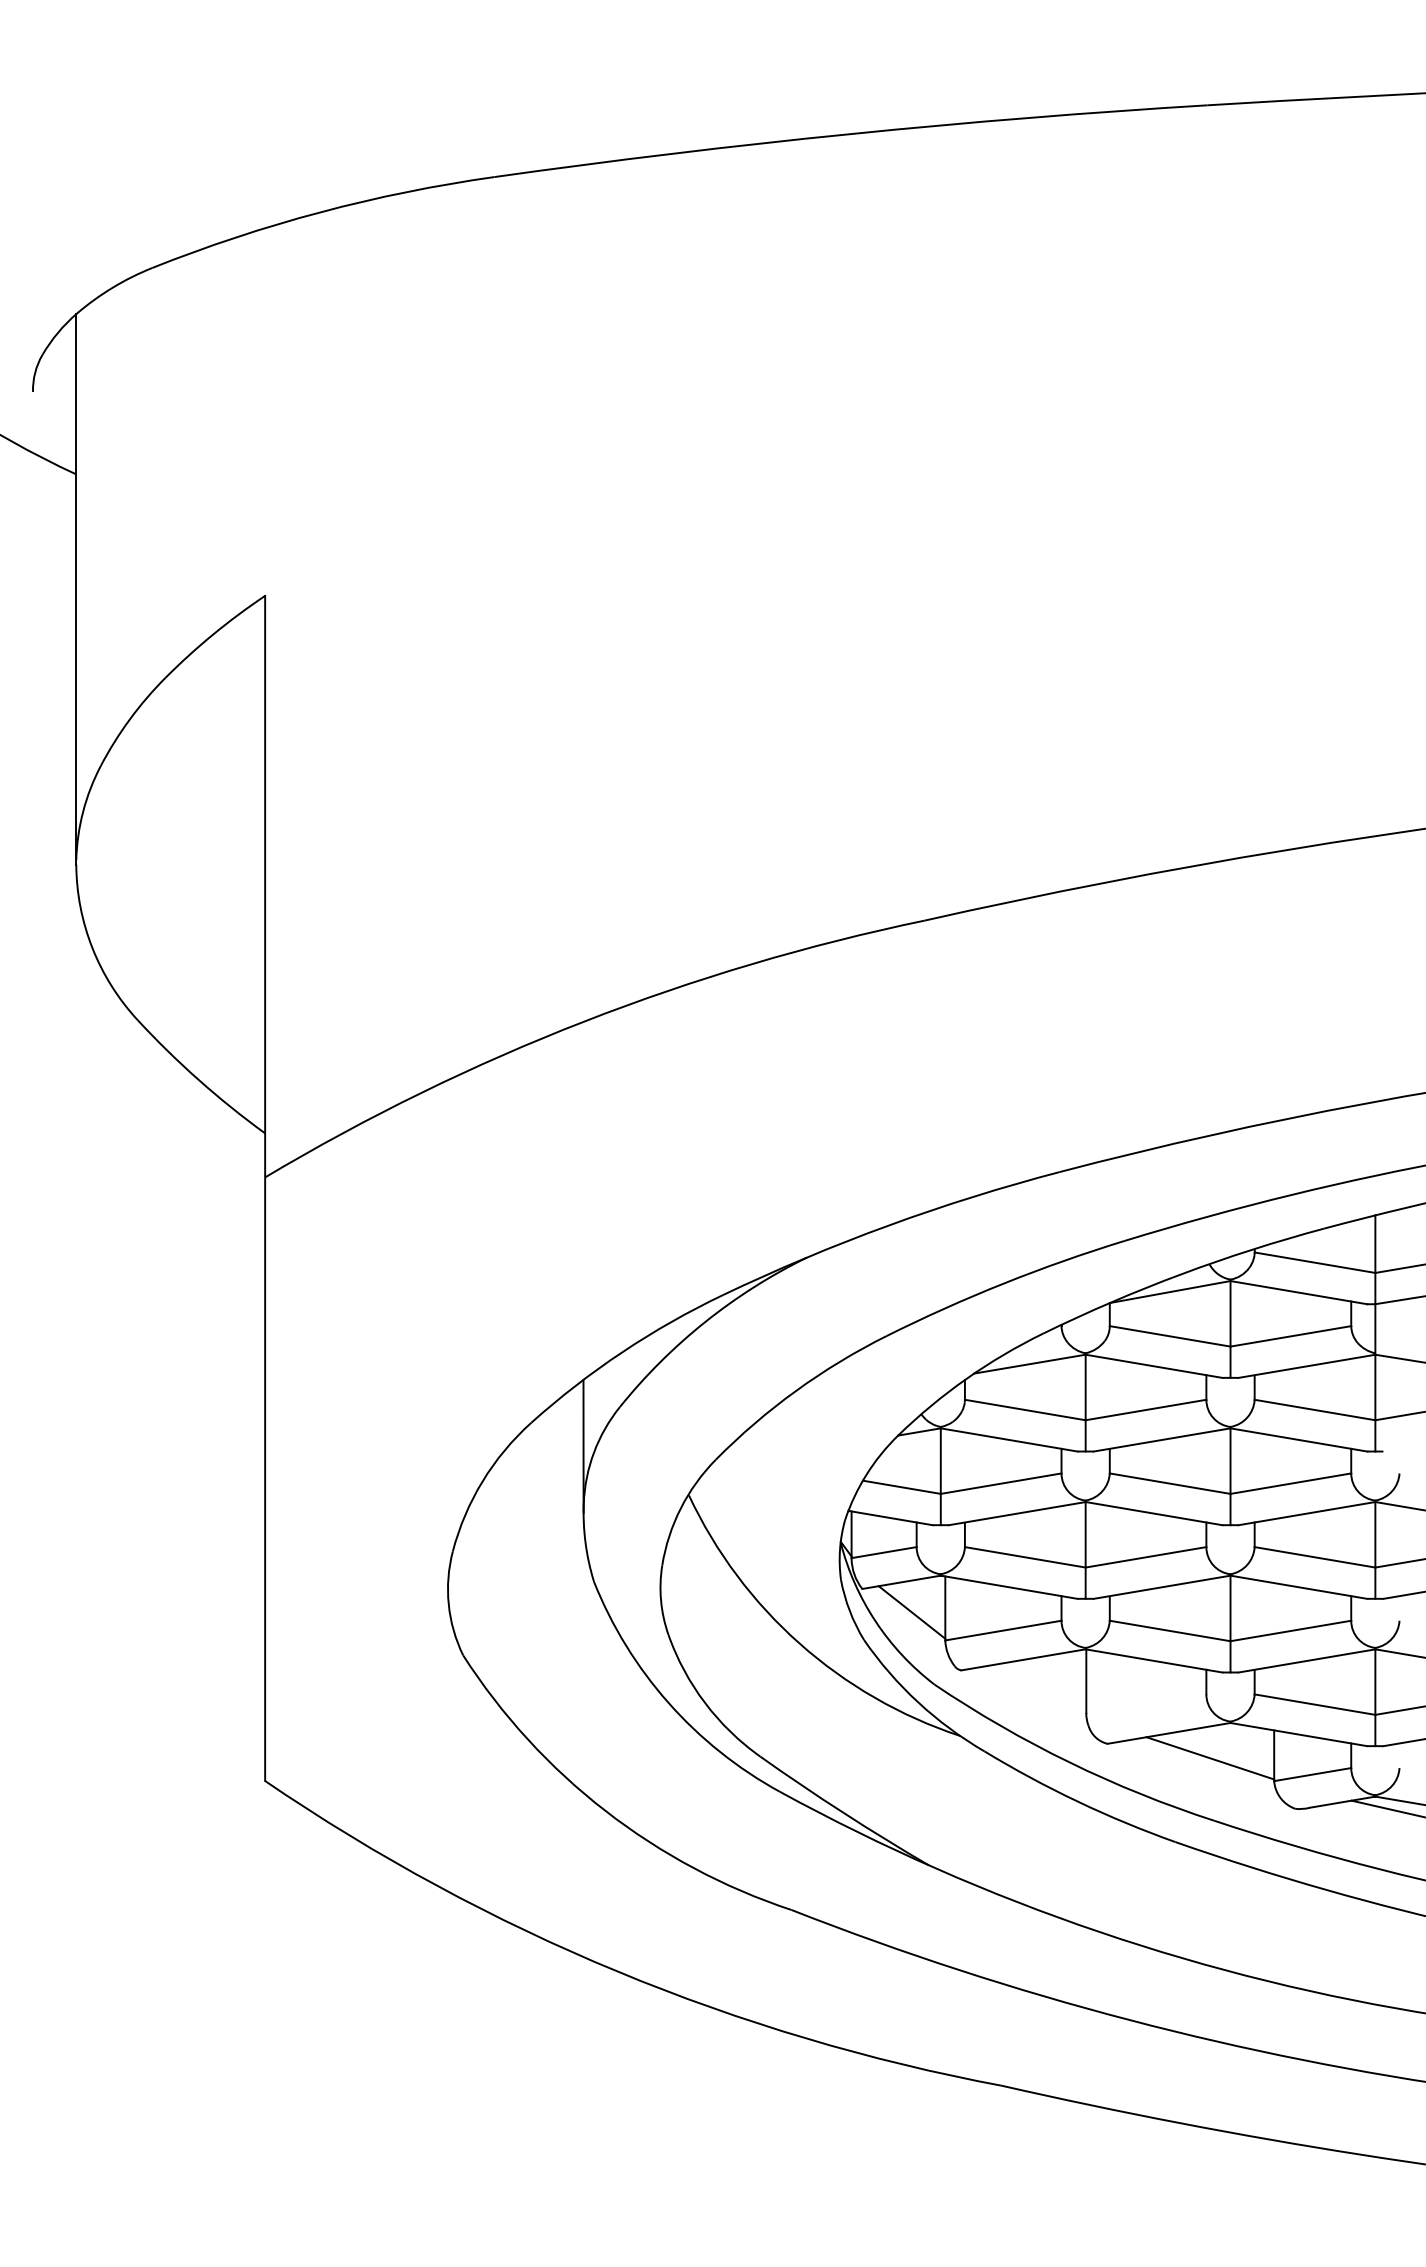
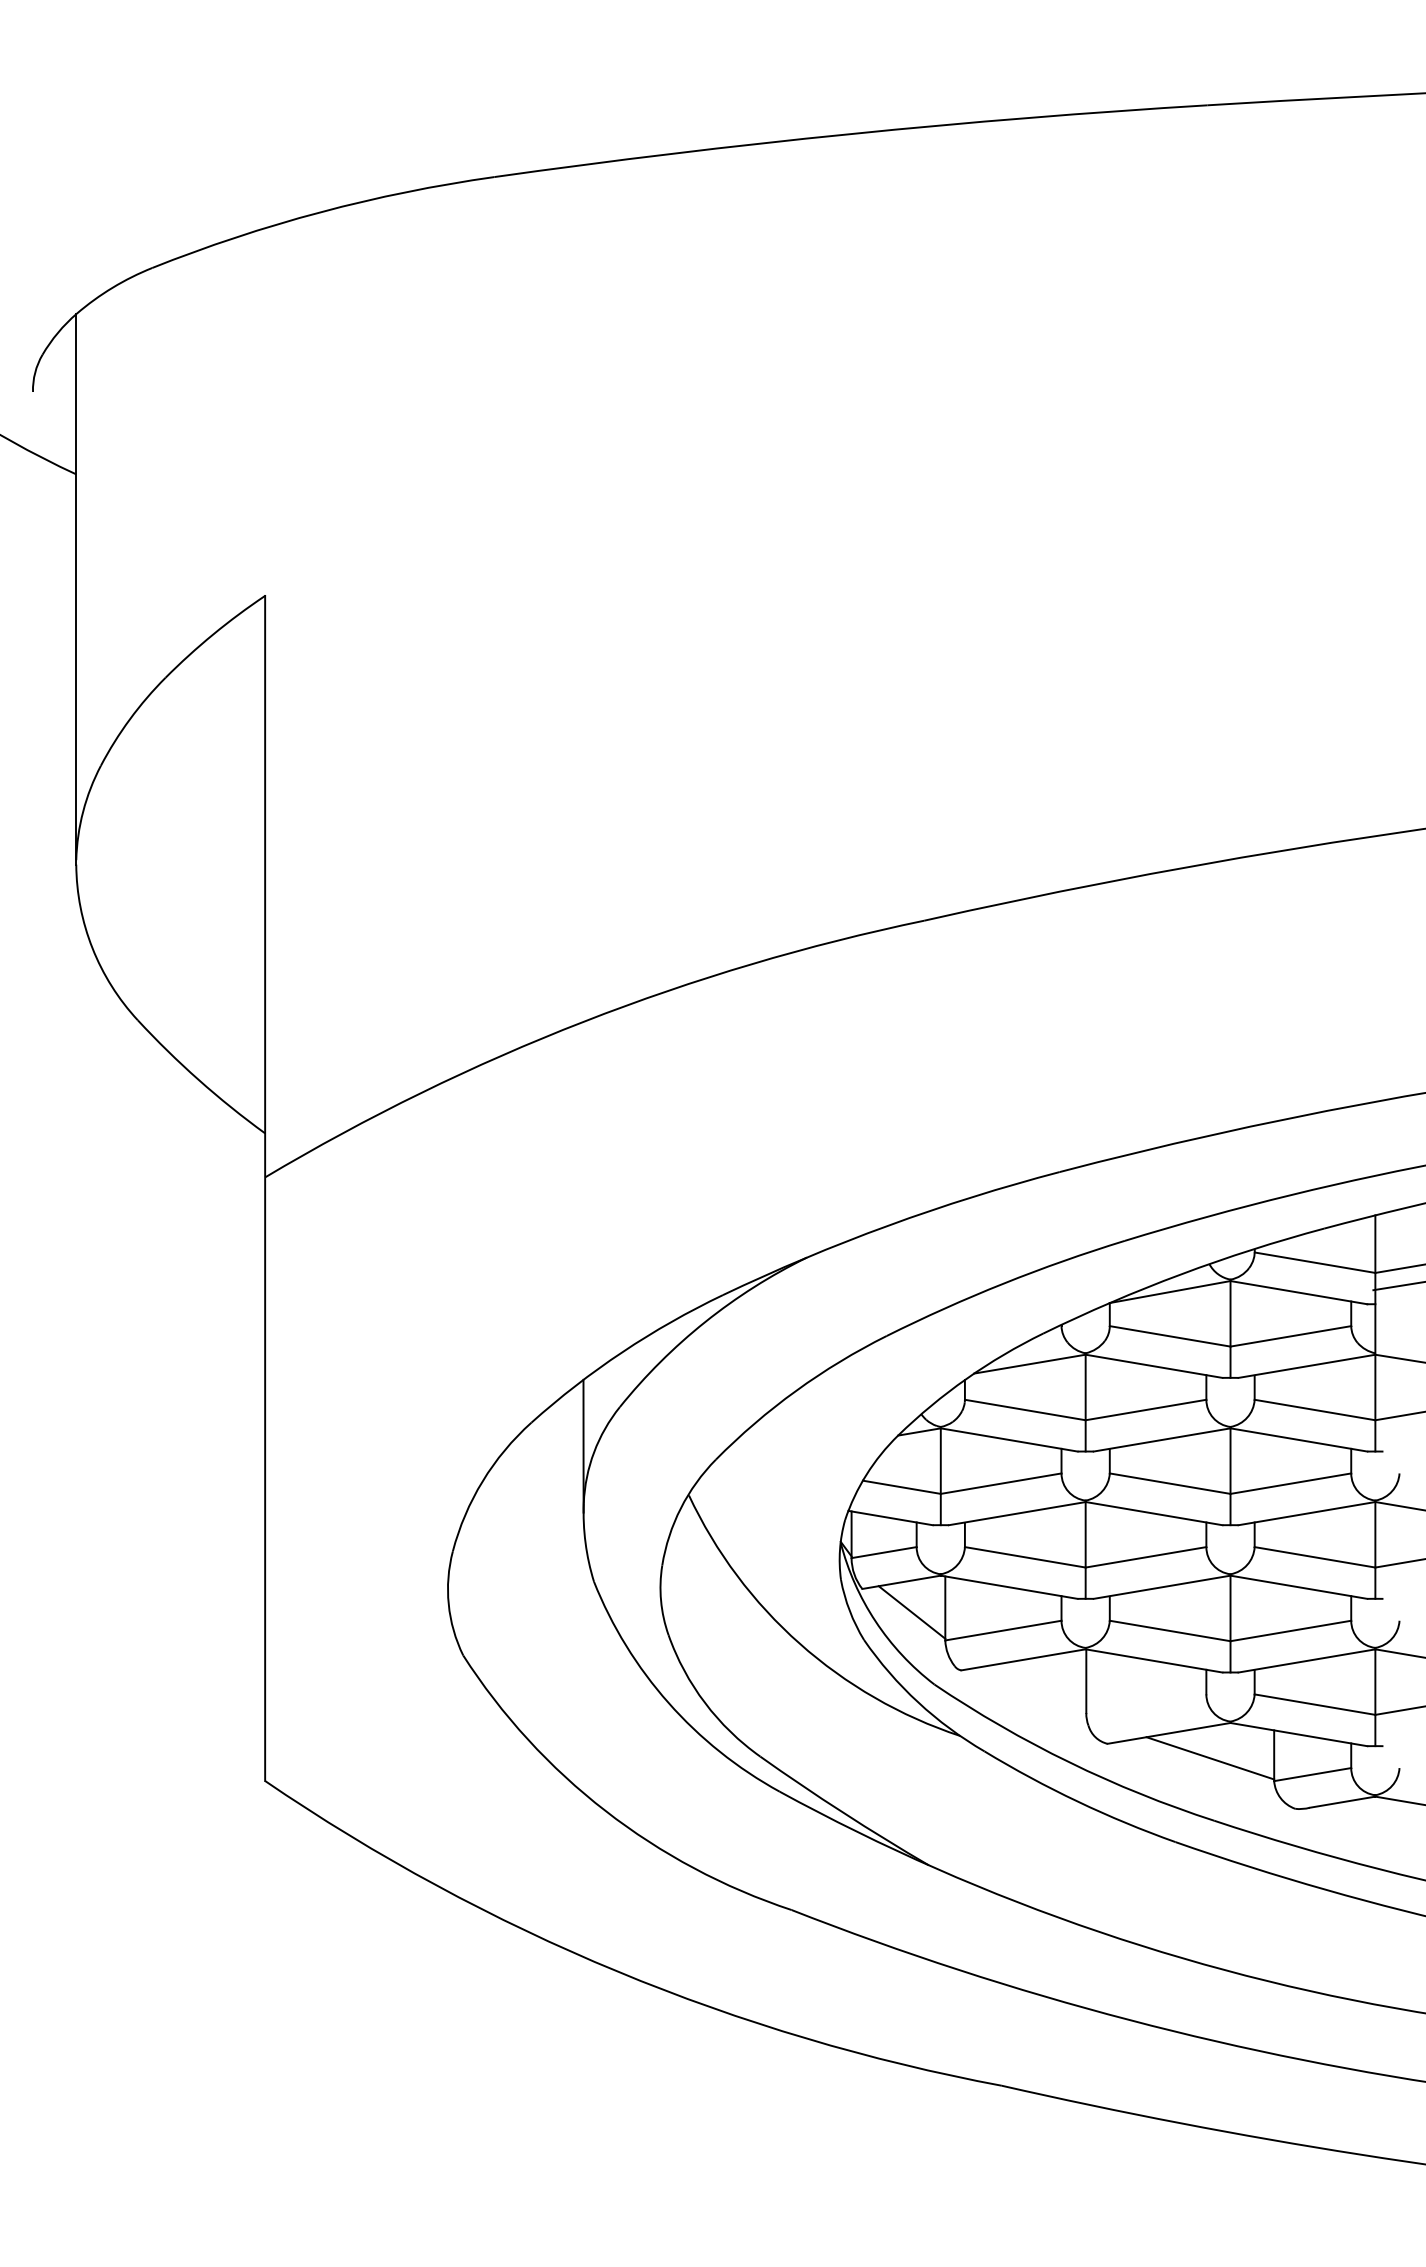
line at (1398, 1300) position: (1398, 1300) -> (1397, 1286)
line at (1402, 1595): present -> none
line at (1402, 1742): present -> none
line at (1386, 1808): present -> none
